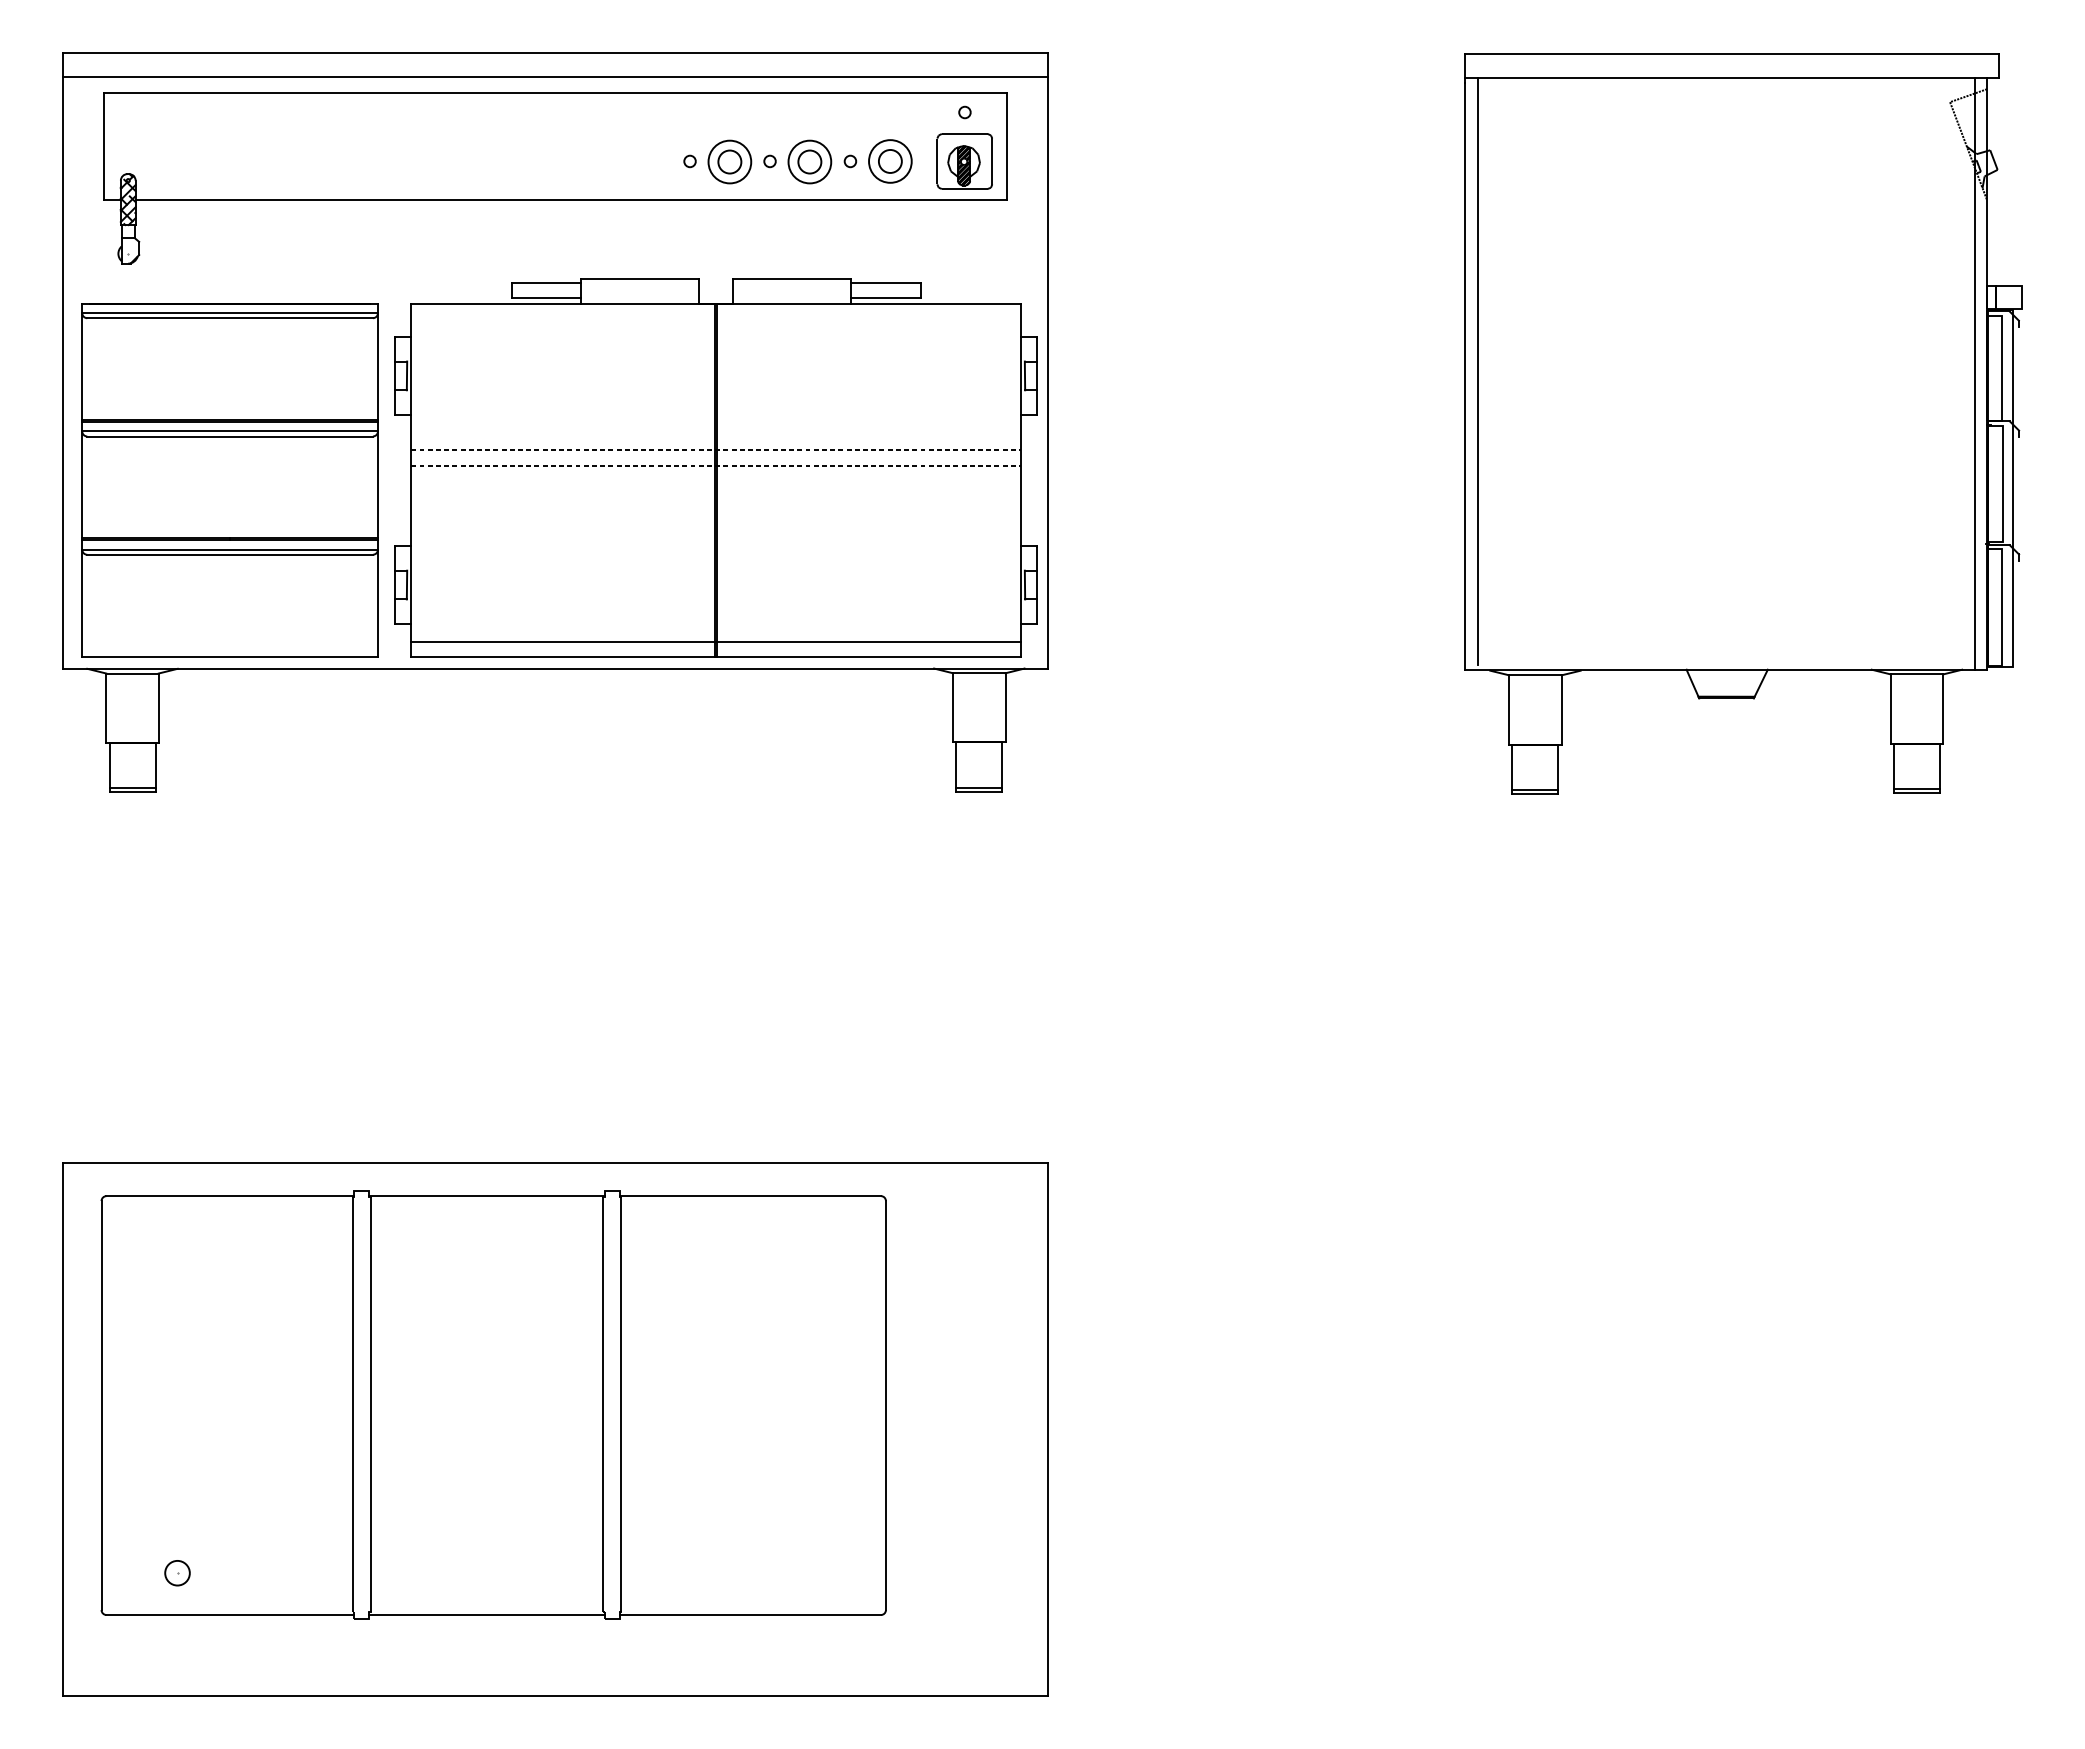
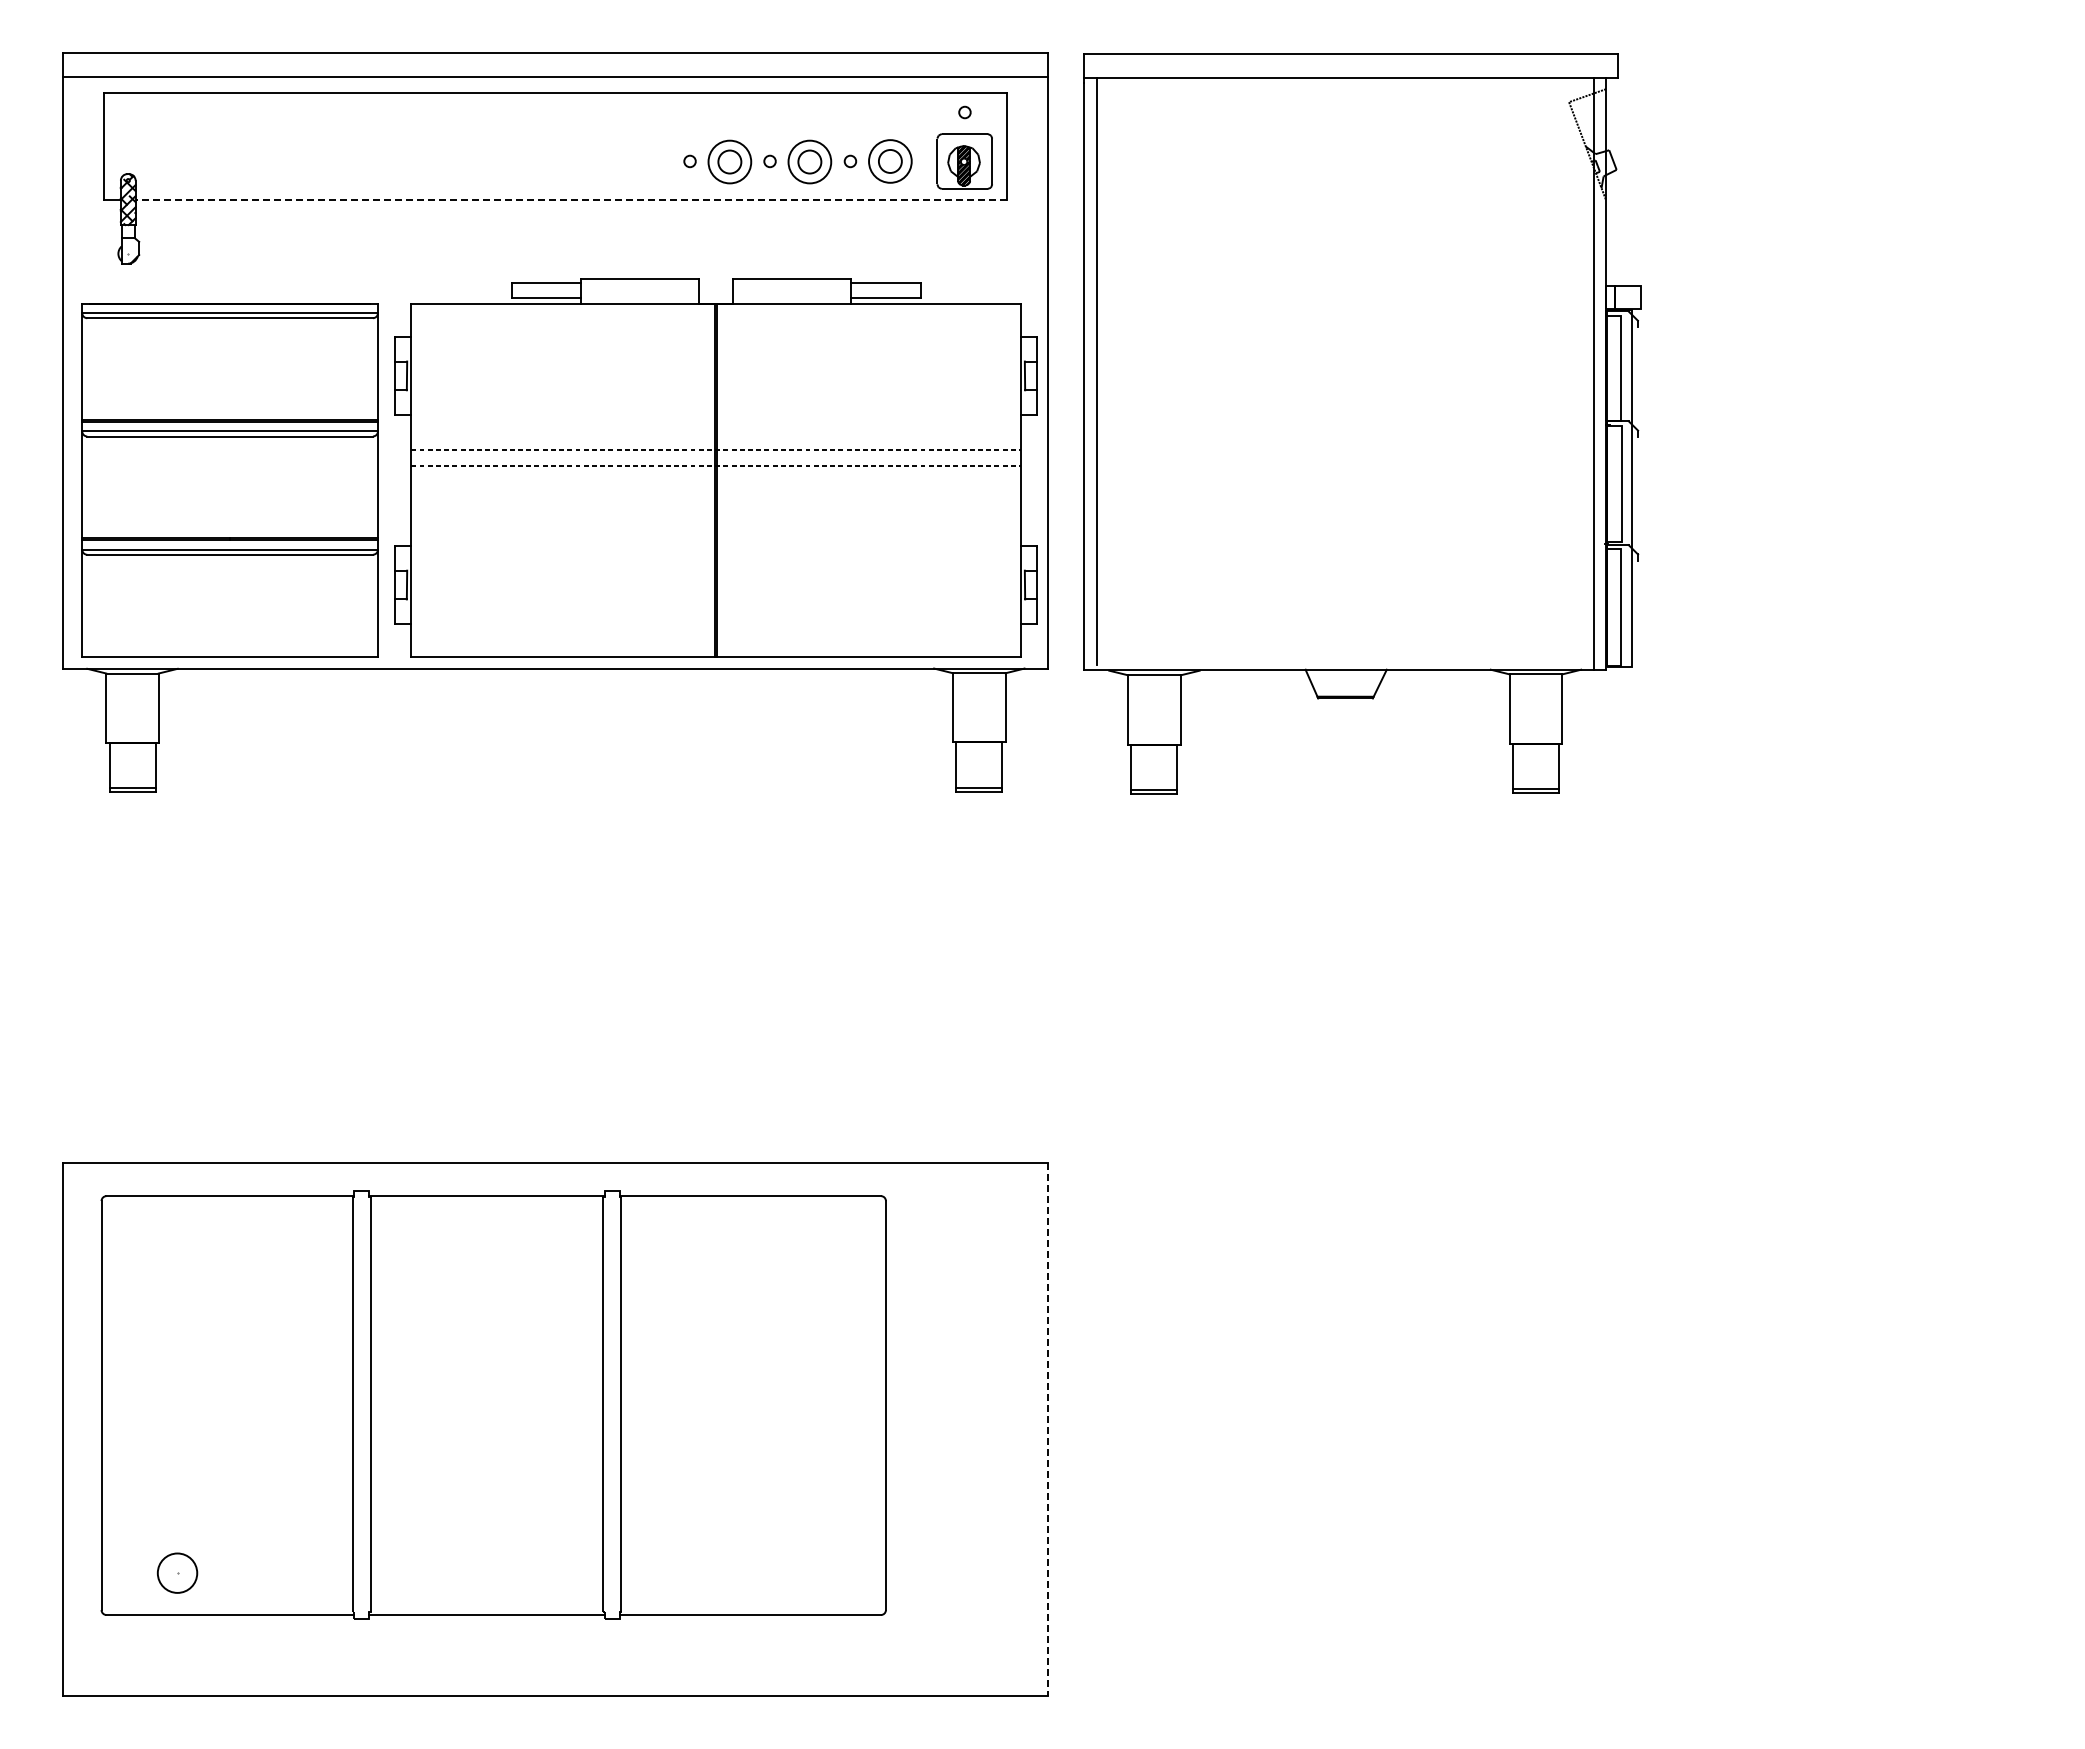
line at (571, 200): solid -> dashed
part at (1743, 423) position: (1743, 423) -> (1362, 423)
line at (715, 641): present -> none
line at (1048, 1429): solid -> dashed
circle at (177, 1572) diameter: 25 px -> 39 px
